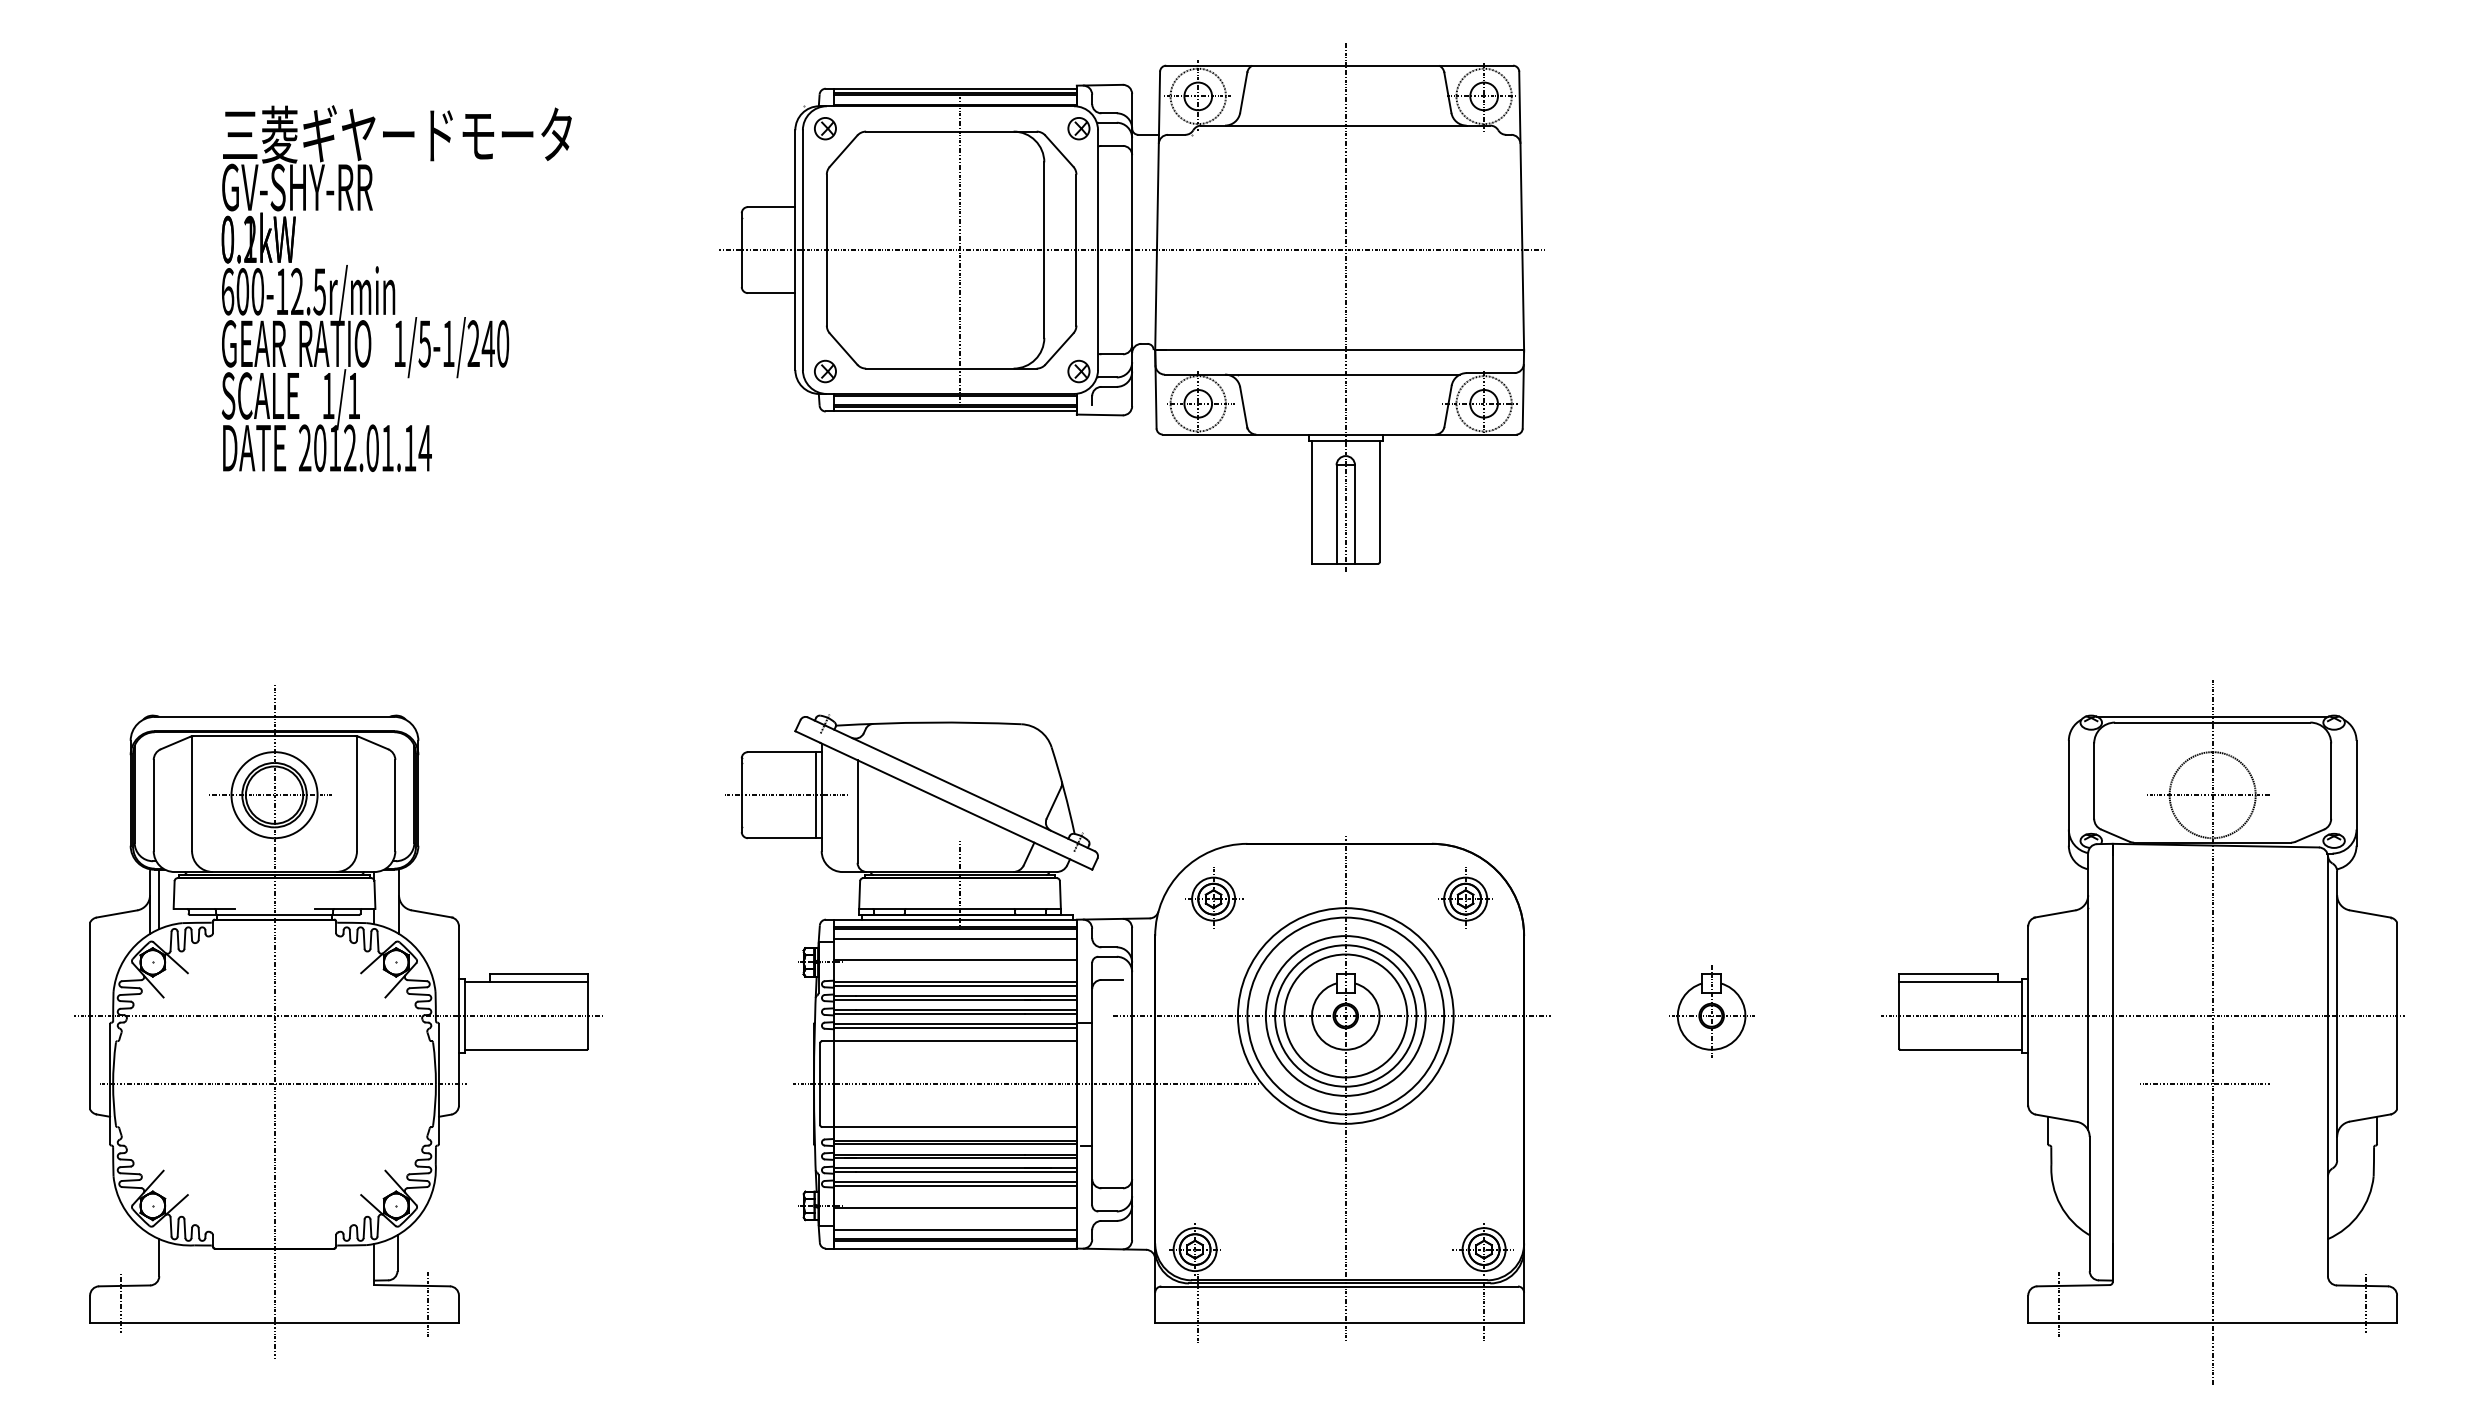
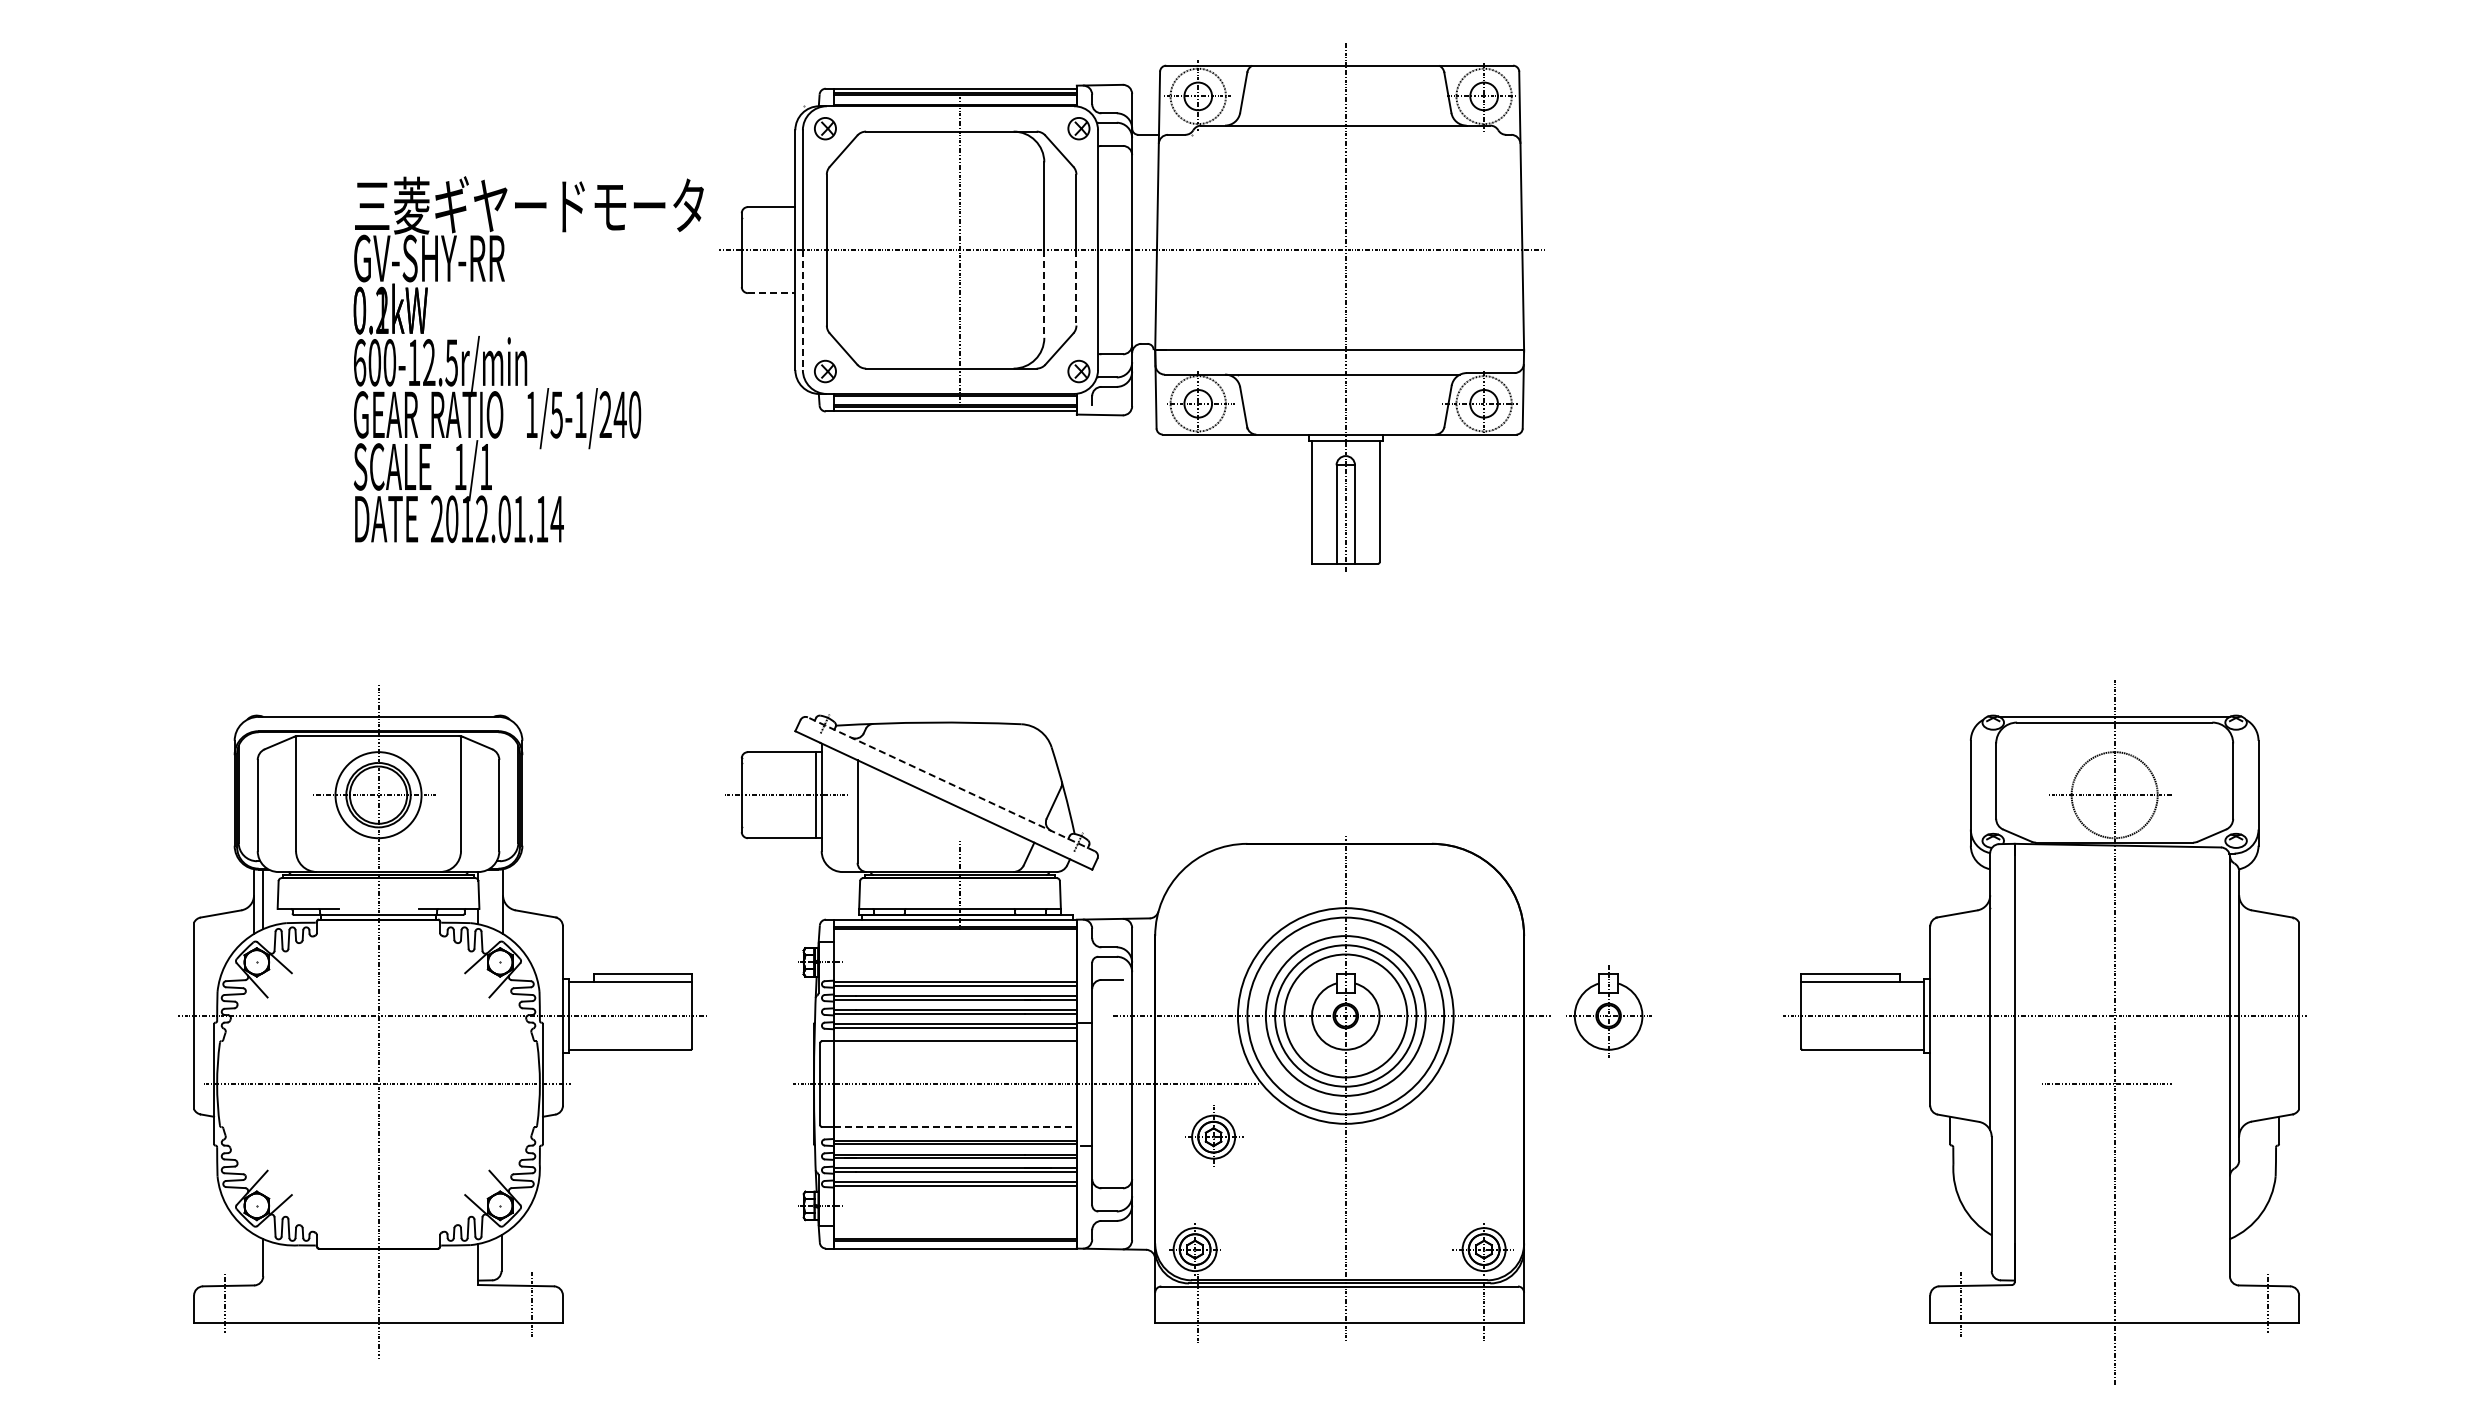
line at (1076, 287): solid -> dashed
text at (396, 288) position: (396, 288) -> (528, 359)
line at (771, 293): solid -> dashed
line at (1044, 294): solid -> dashed
line at (802, 310): solid -> dashed
line at (950, 784): solid -> dashed
part at (1214, 897) position: (1214, 897) -> (1214, 1135)
part at (1465, 897): present -> none
line at (954, 938): present -> none
line at (954, 959): present -> none
part at (1711, 1011) position: (1711, 1011) -> (1608, 1011)
part at (338, 1021) position: (338, 1021) -> (442, 1021)
part at (2142, 1032) position: (2142, 1032) -> (2044, 1032)
line at (955, 1127): solid -> dashed
line at (954, 1208): present -> none
line at (954, 1229): present -> none
